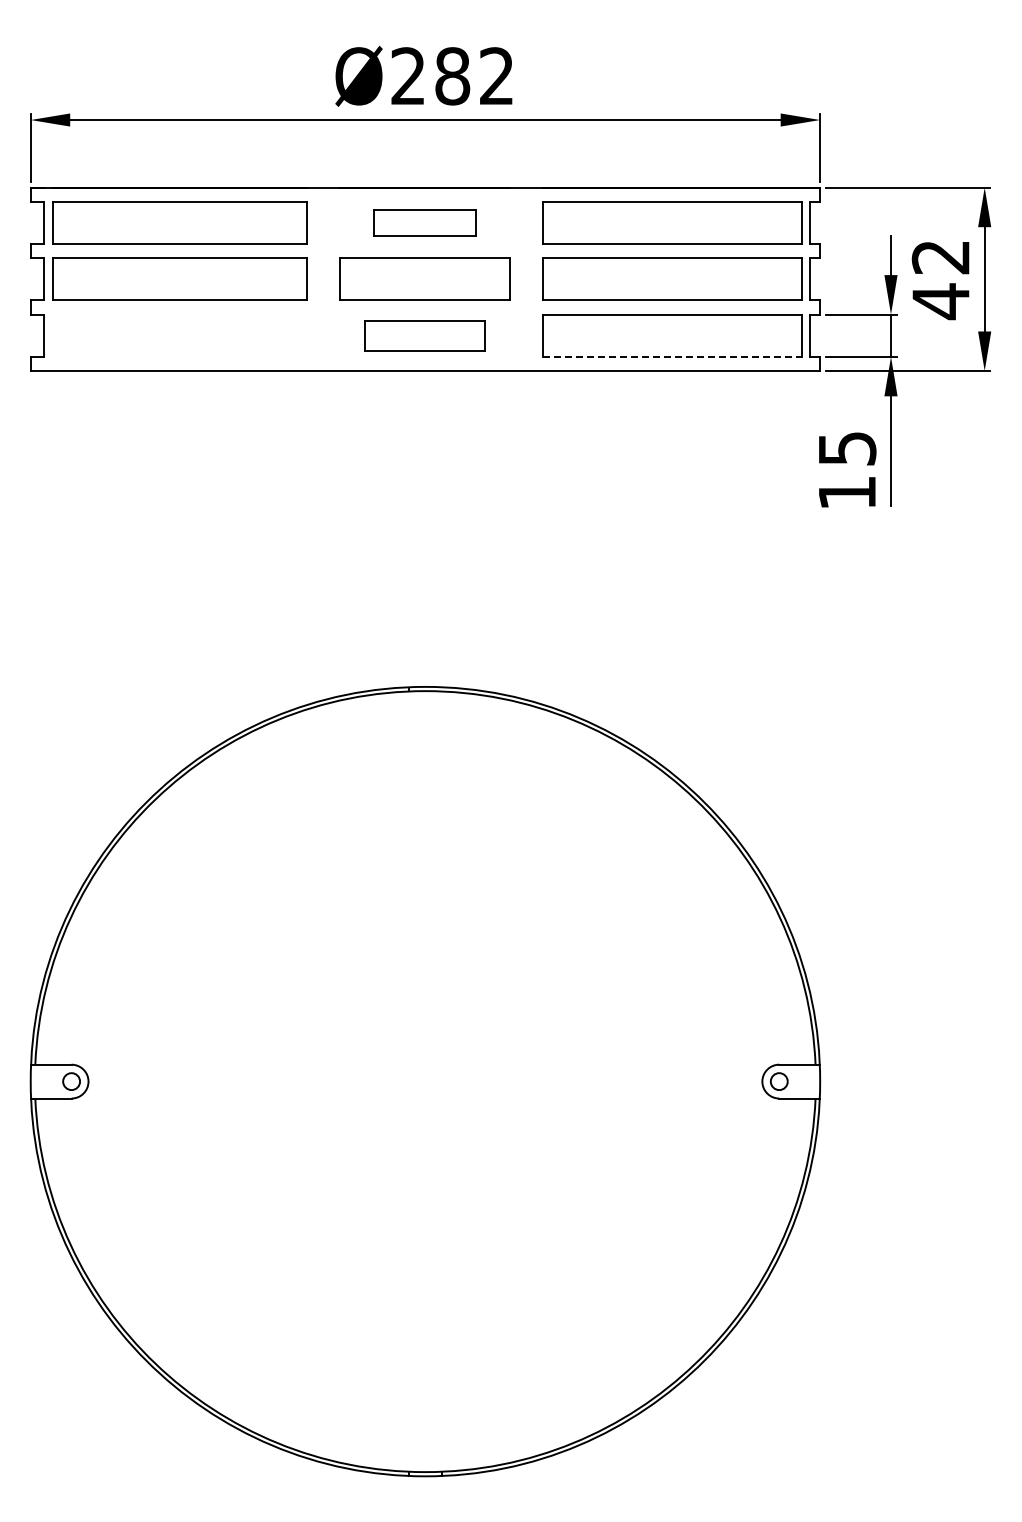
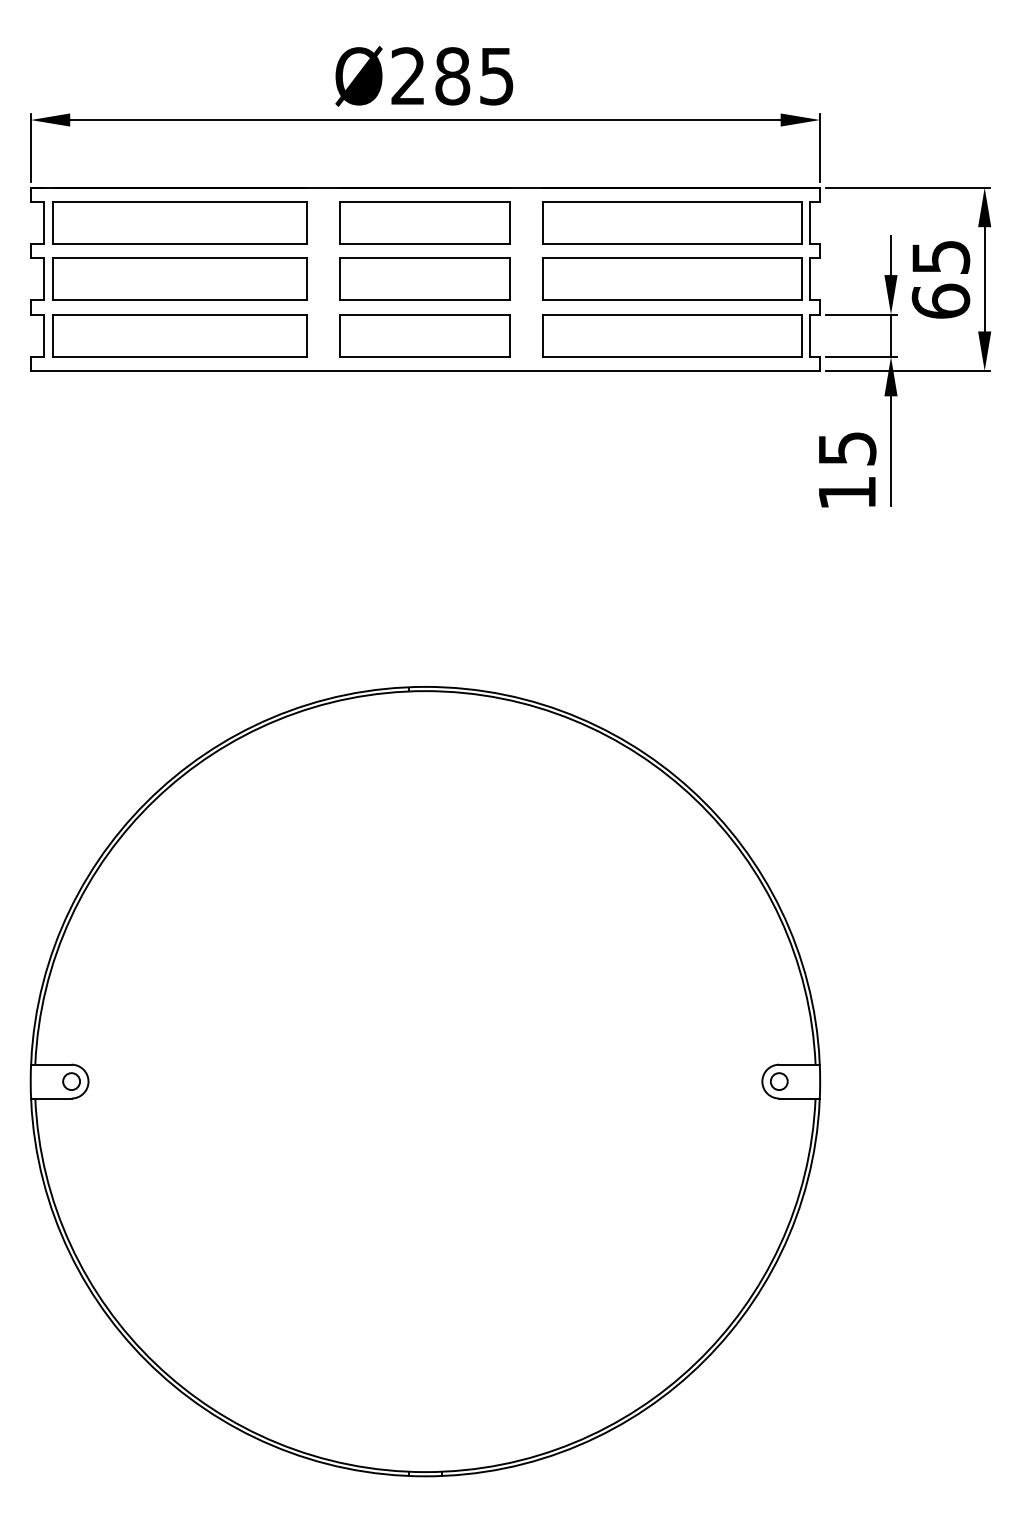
text at (496, 76): Ø282 -> Ø285
part at (424, 222) size: 104x28 px -> 172x44 px
text at (940, 280): 42 -> 65
part at (179, 335): none -> present
part at (424, 335) size: 122x32 px -> 172x44 px
line at (672, 356): dashed -> solid
